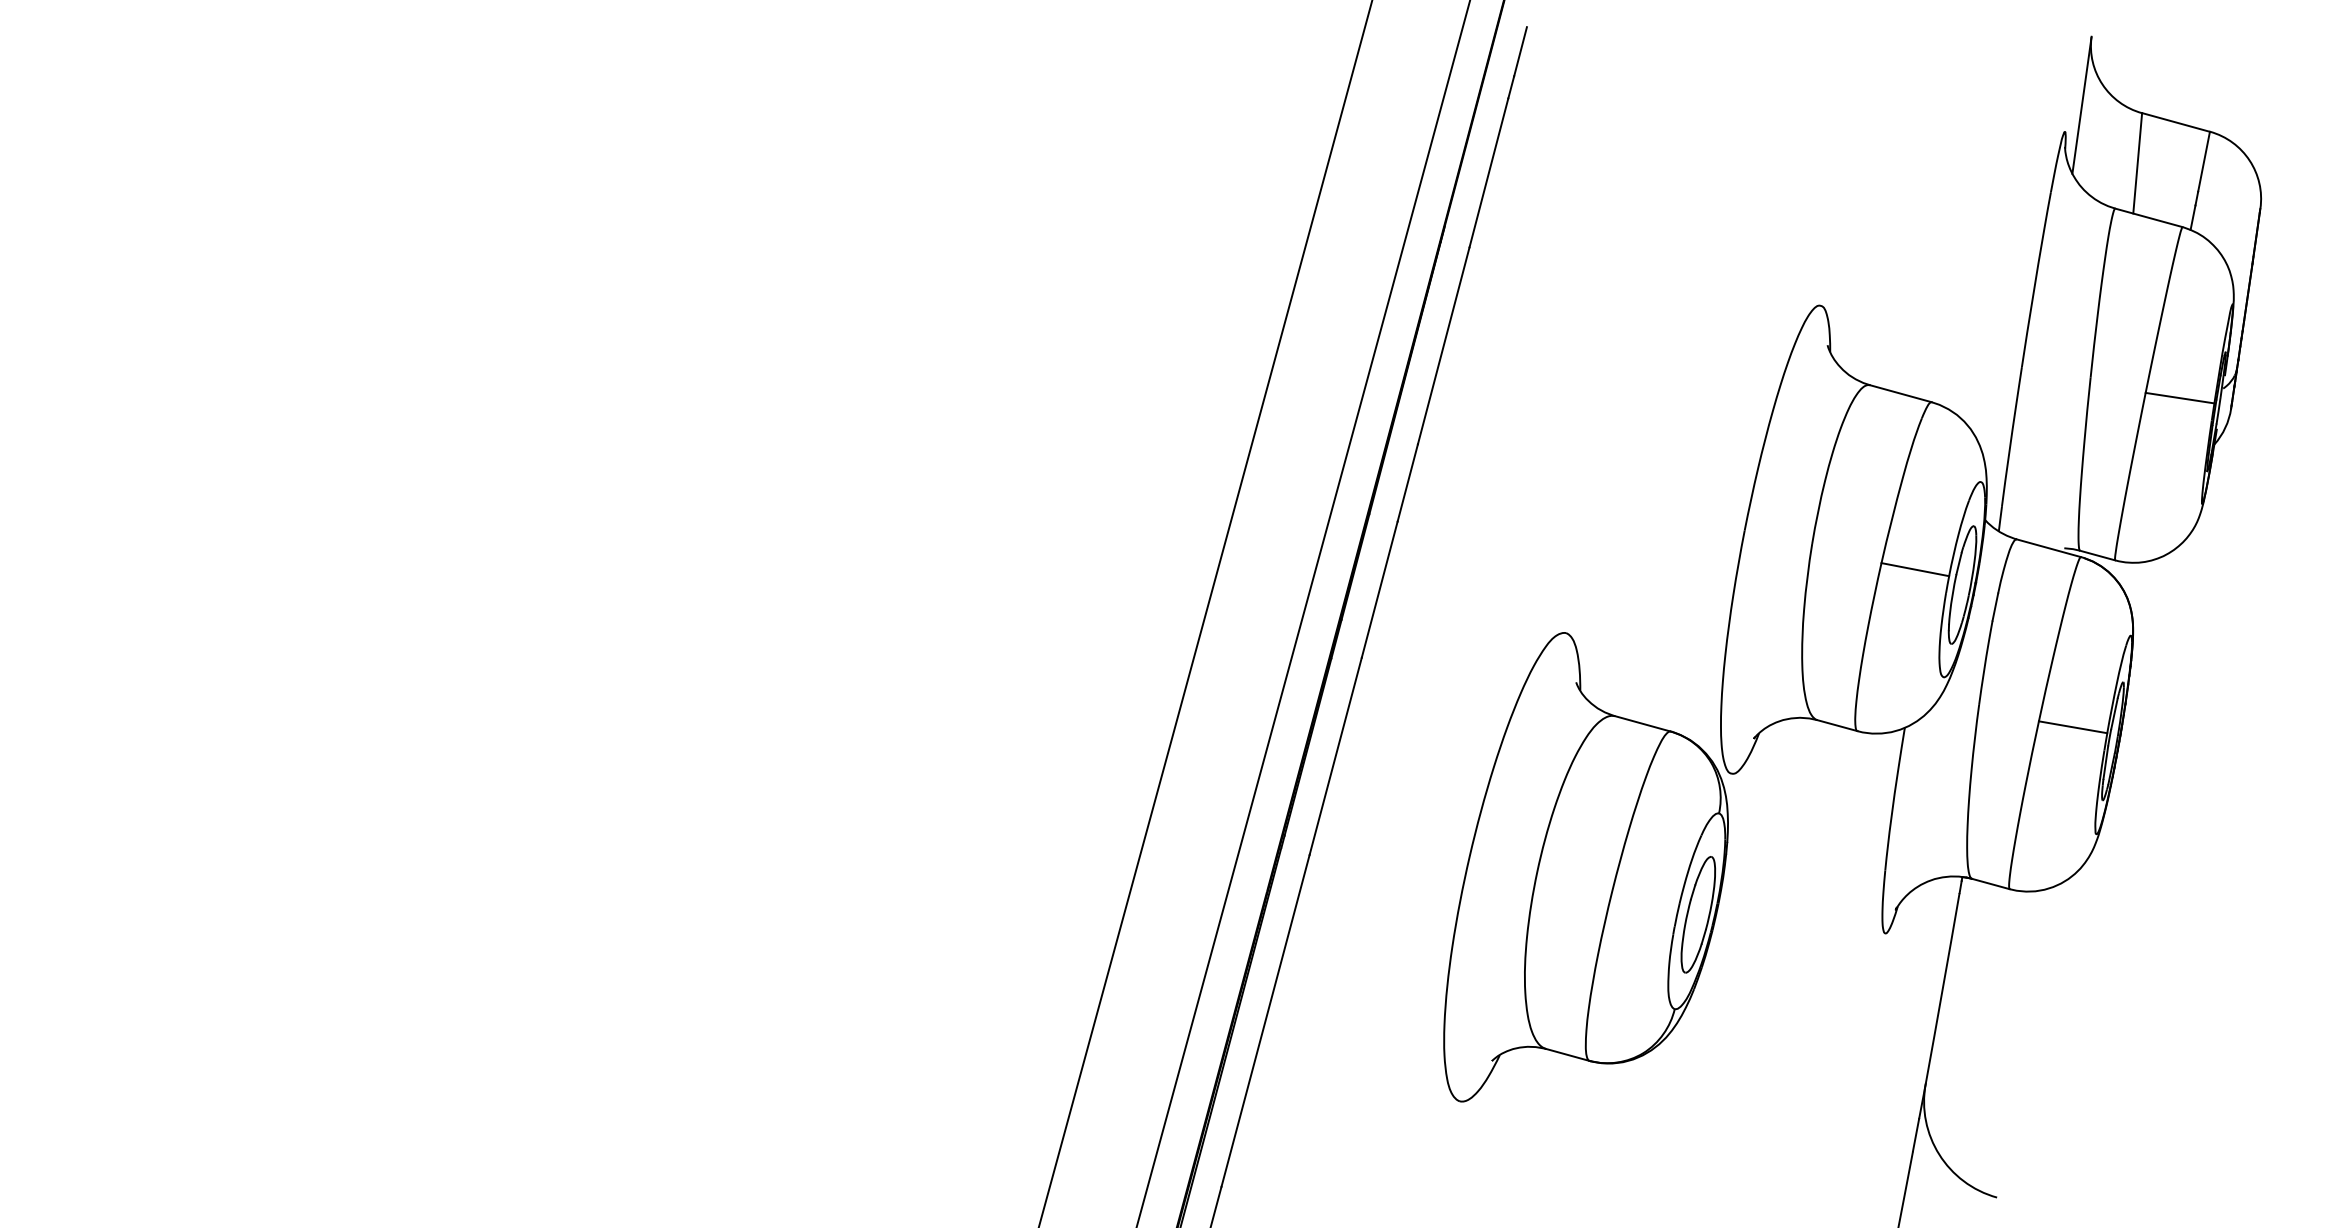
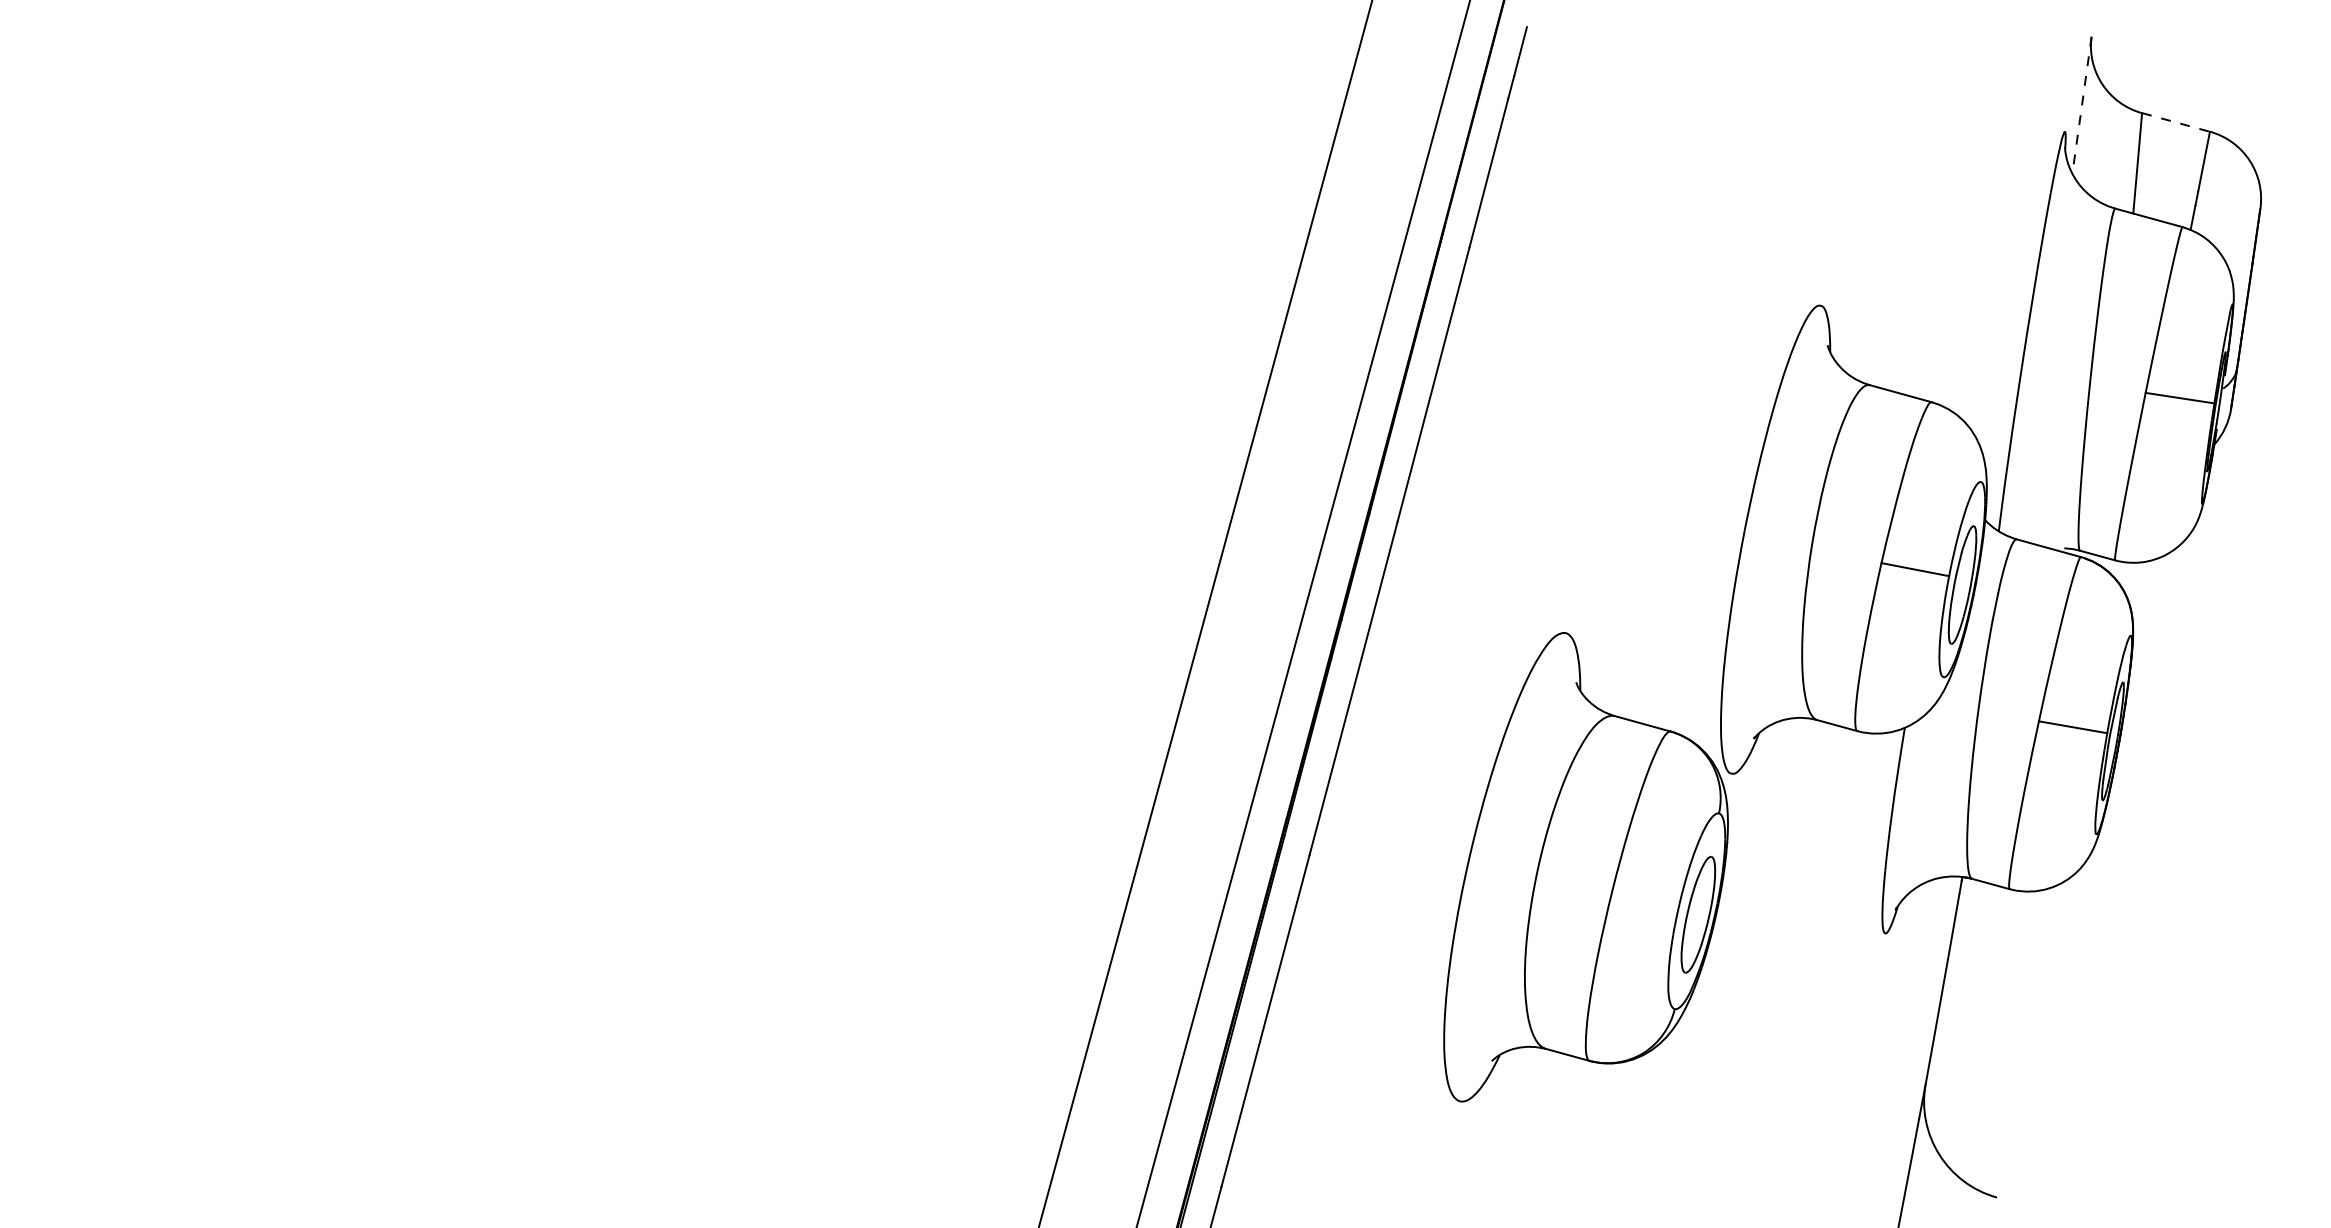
line at (2081, 105): solid -> dashed
line at (2176, 122): solid -> dashed
